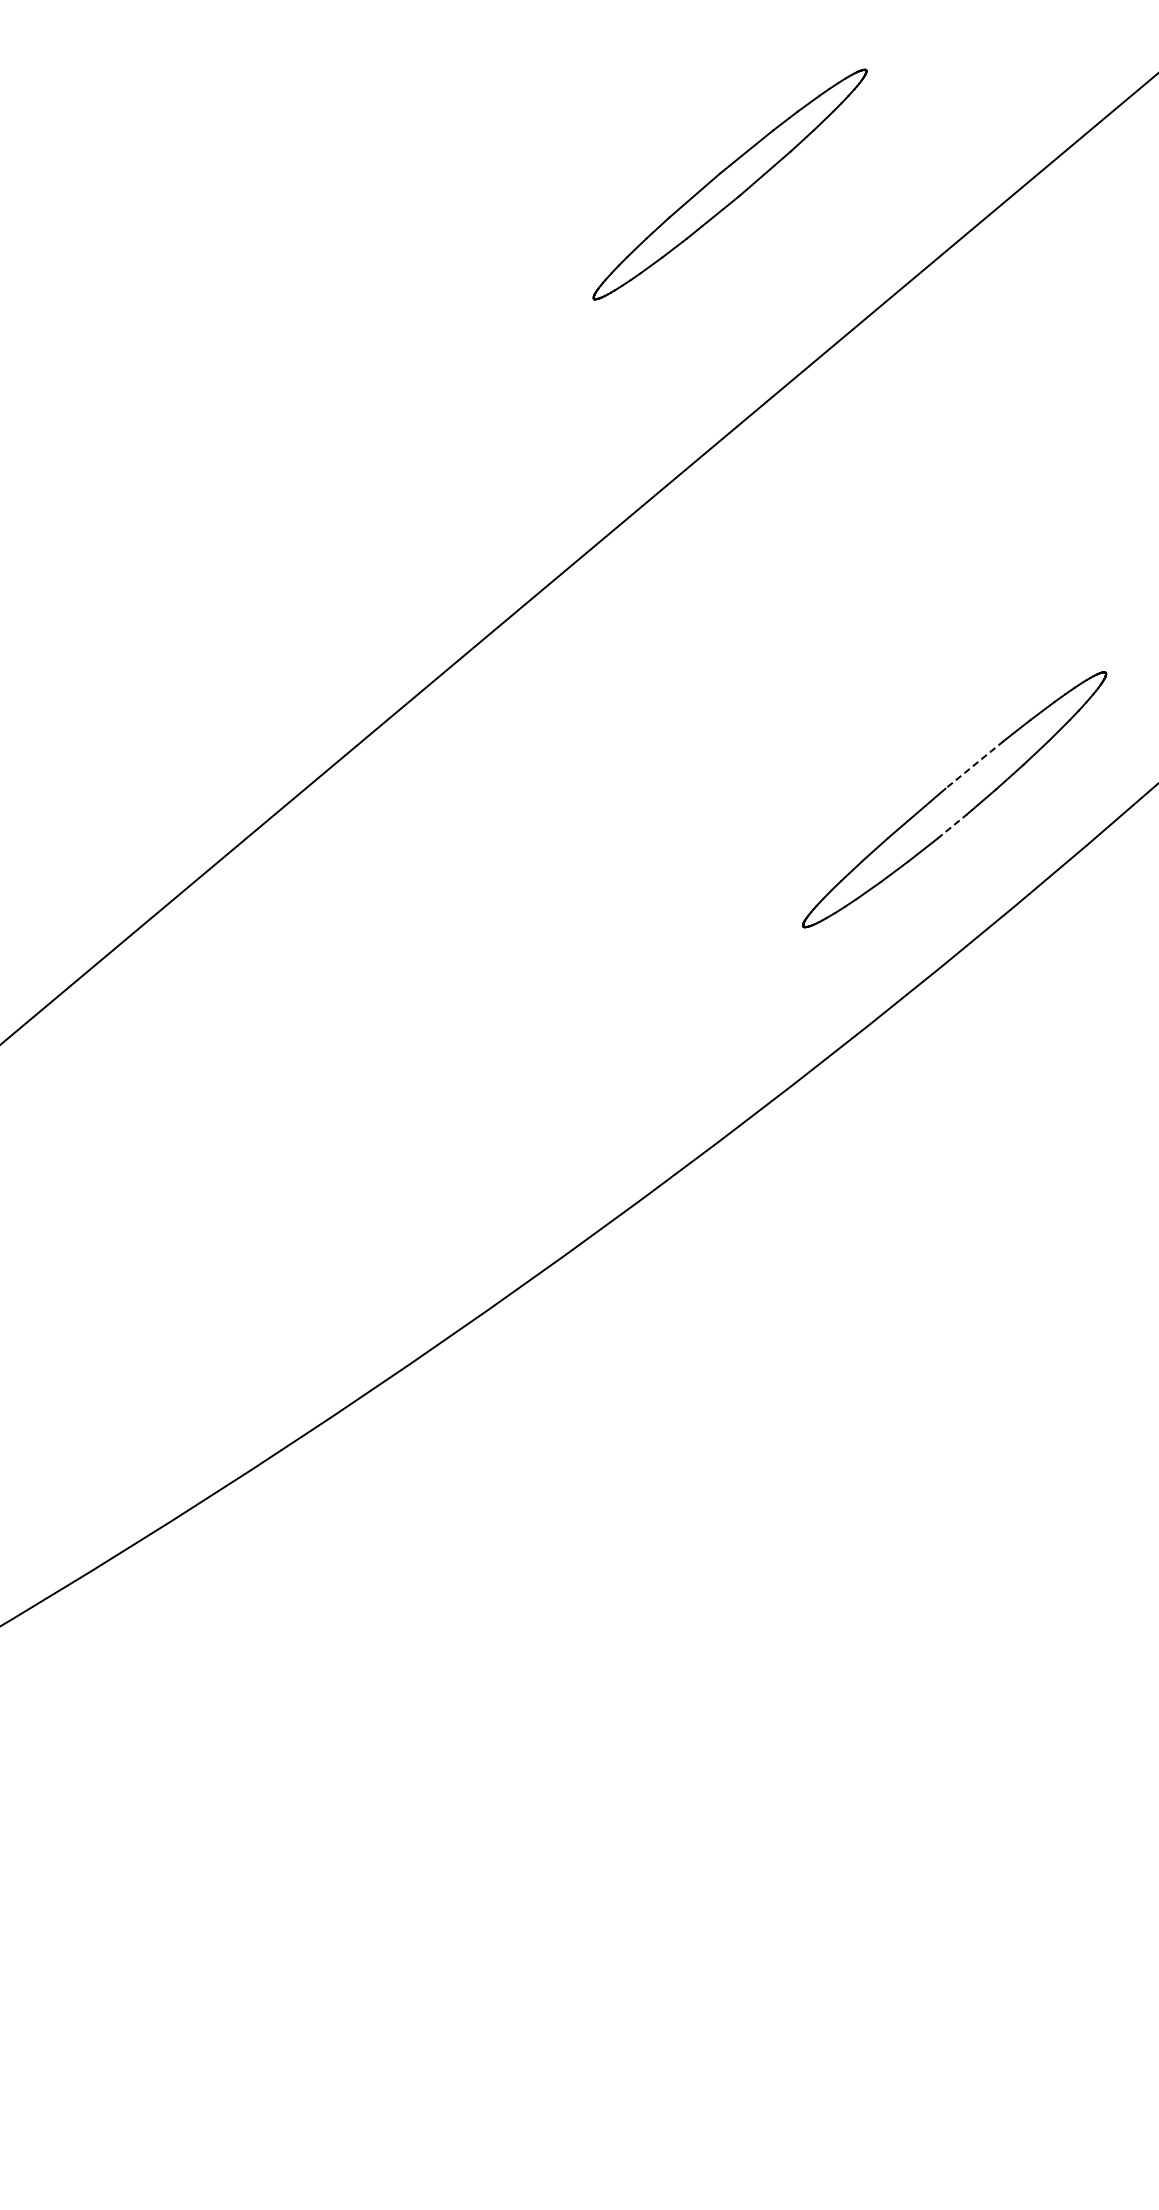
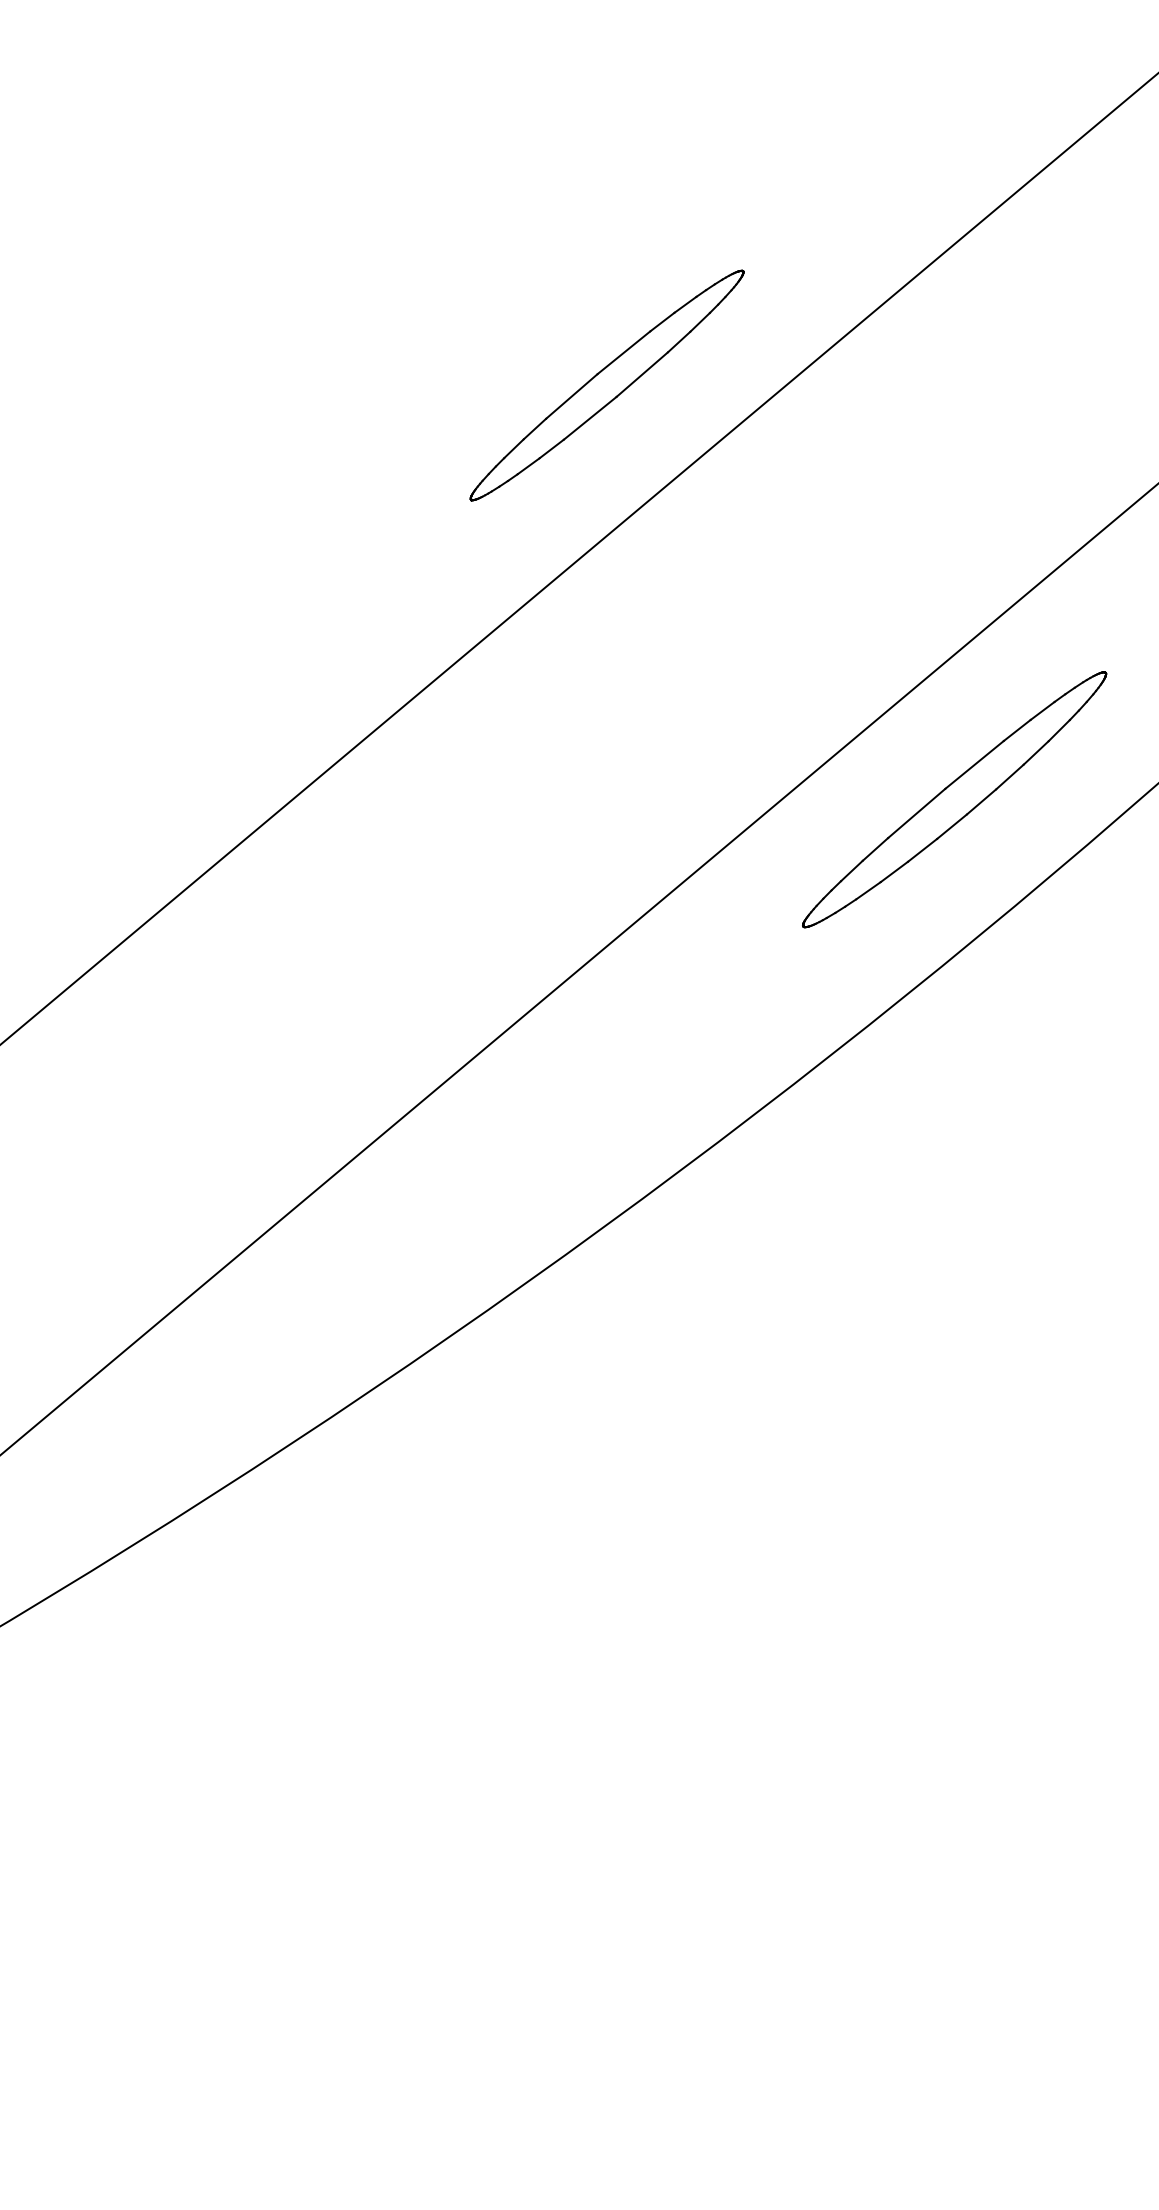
part at (729, 184) position: (729, 184) -> (606, 385)
line at (974, 764): dashed -> solid
line at (952, 826): dashed -> solid
line at (578, 969): none -> present
